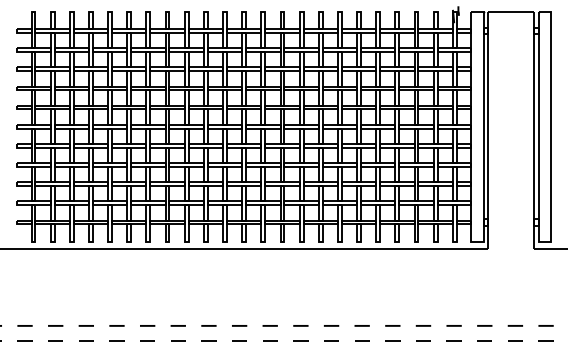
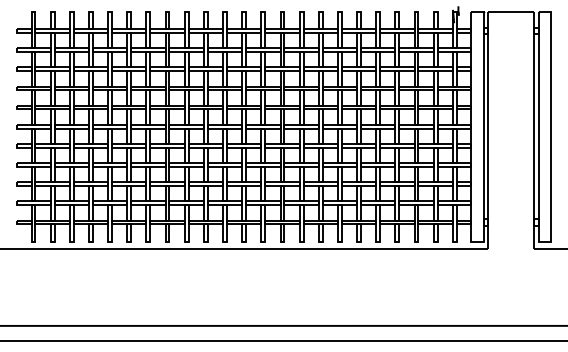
line at (284, 325): dashed -> solid
line at (284, 341): dashed -> solid
